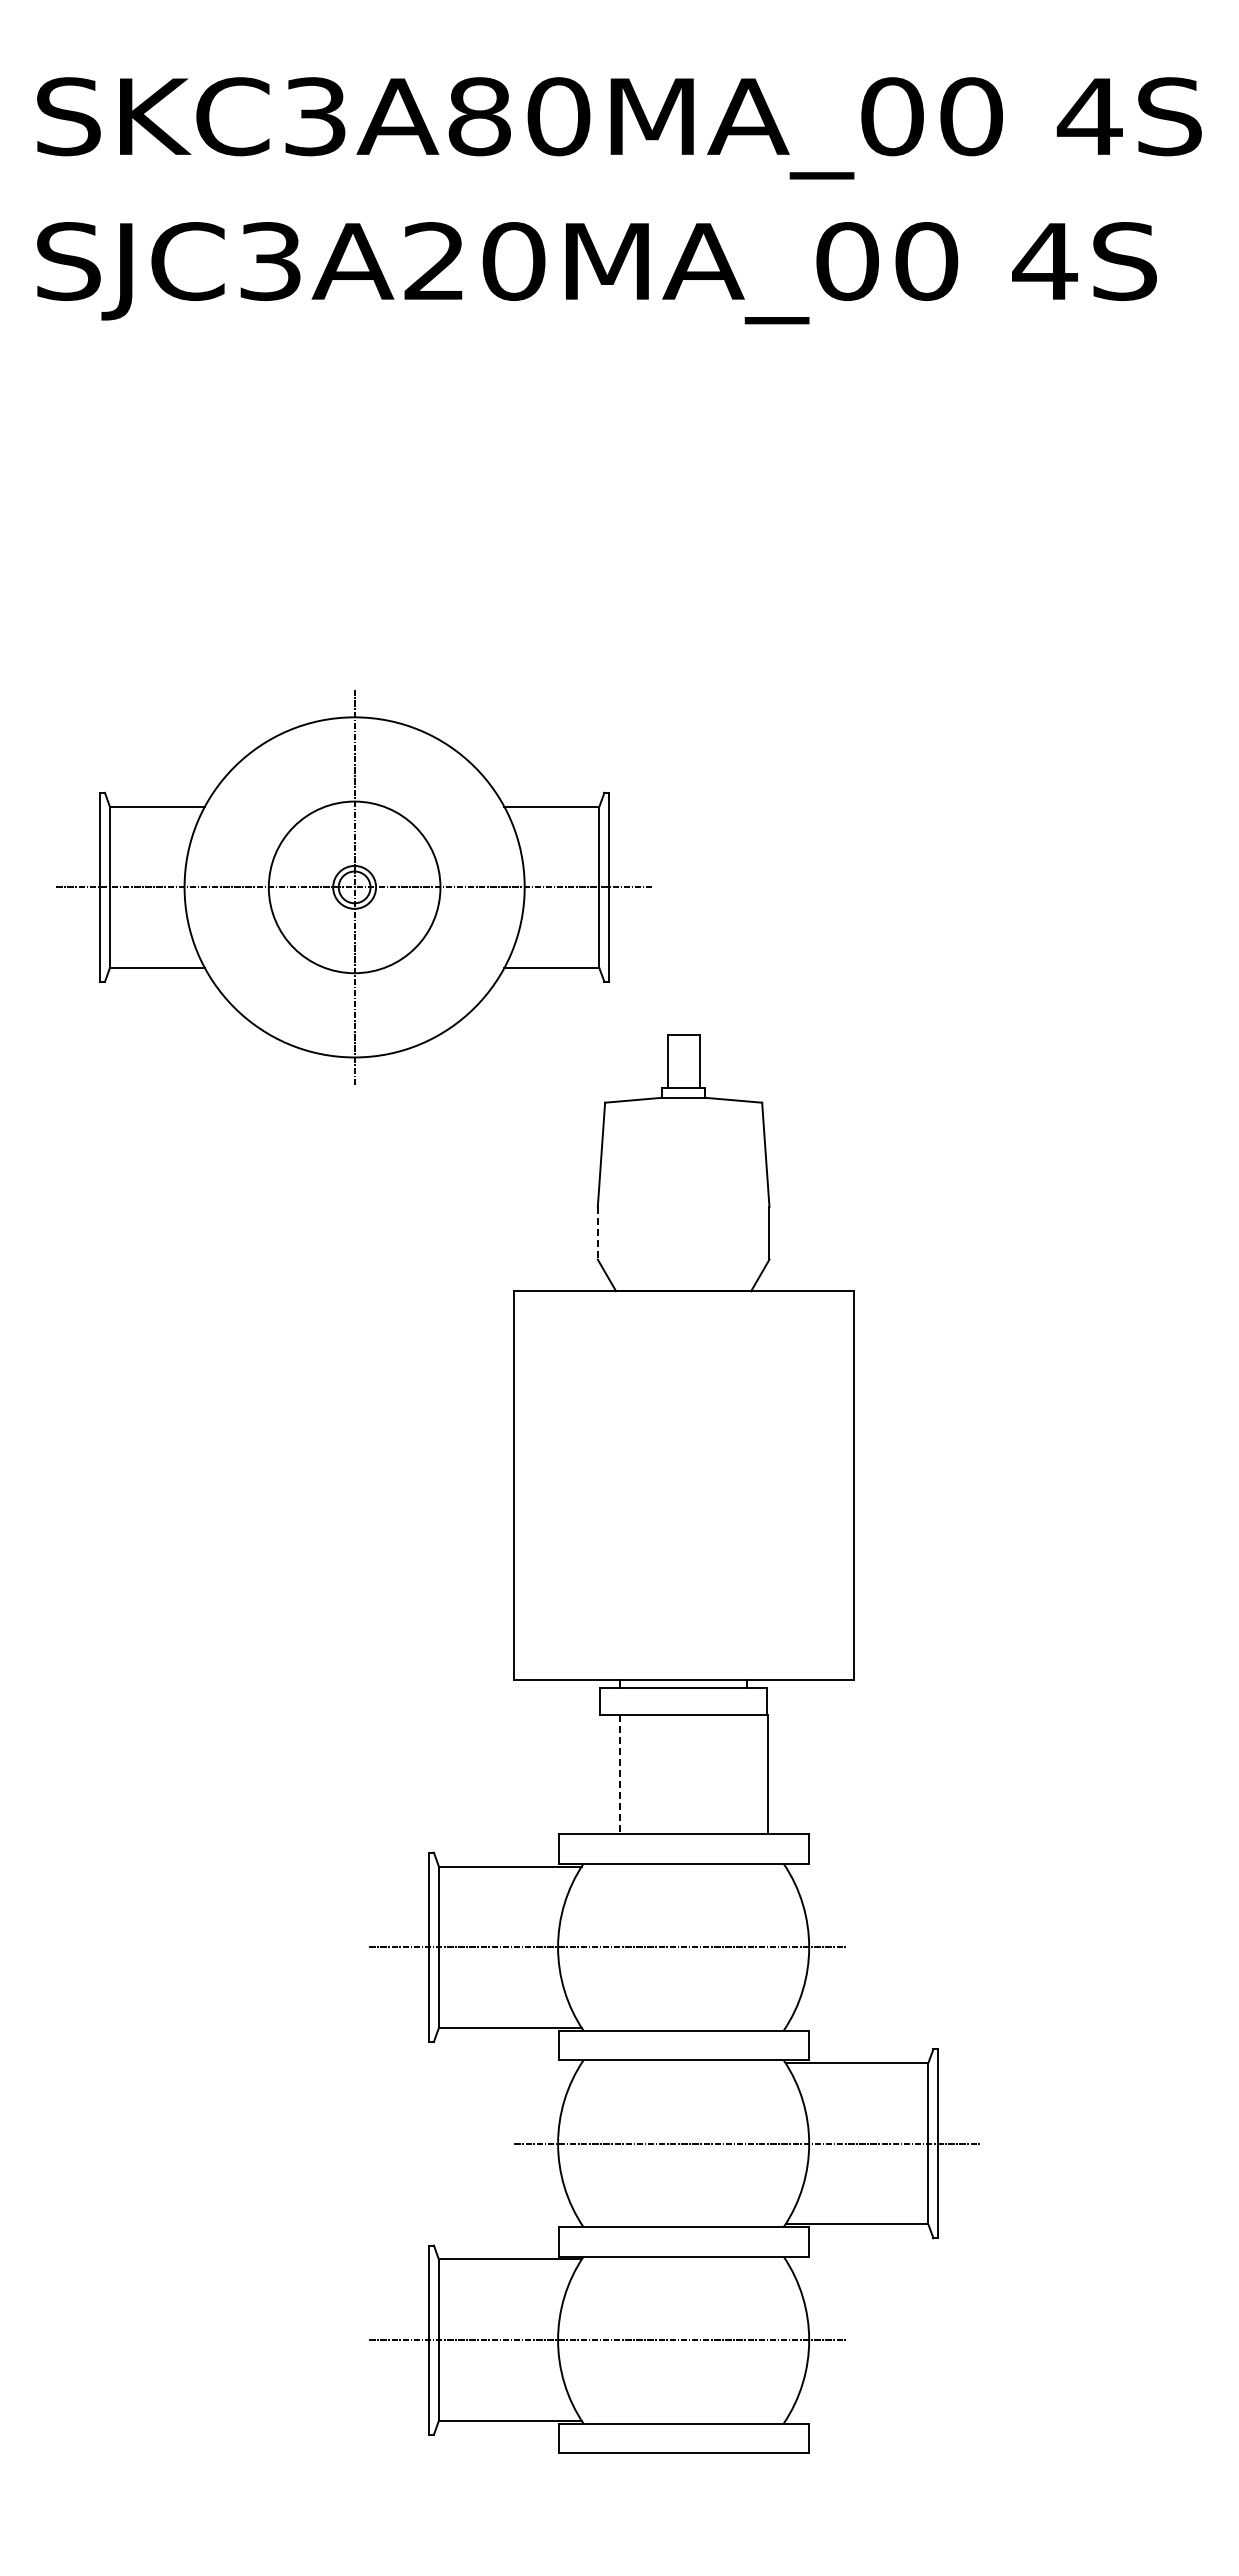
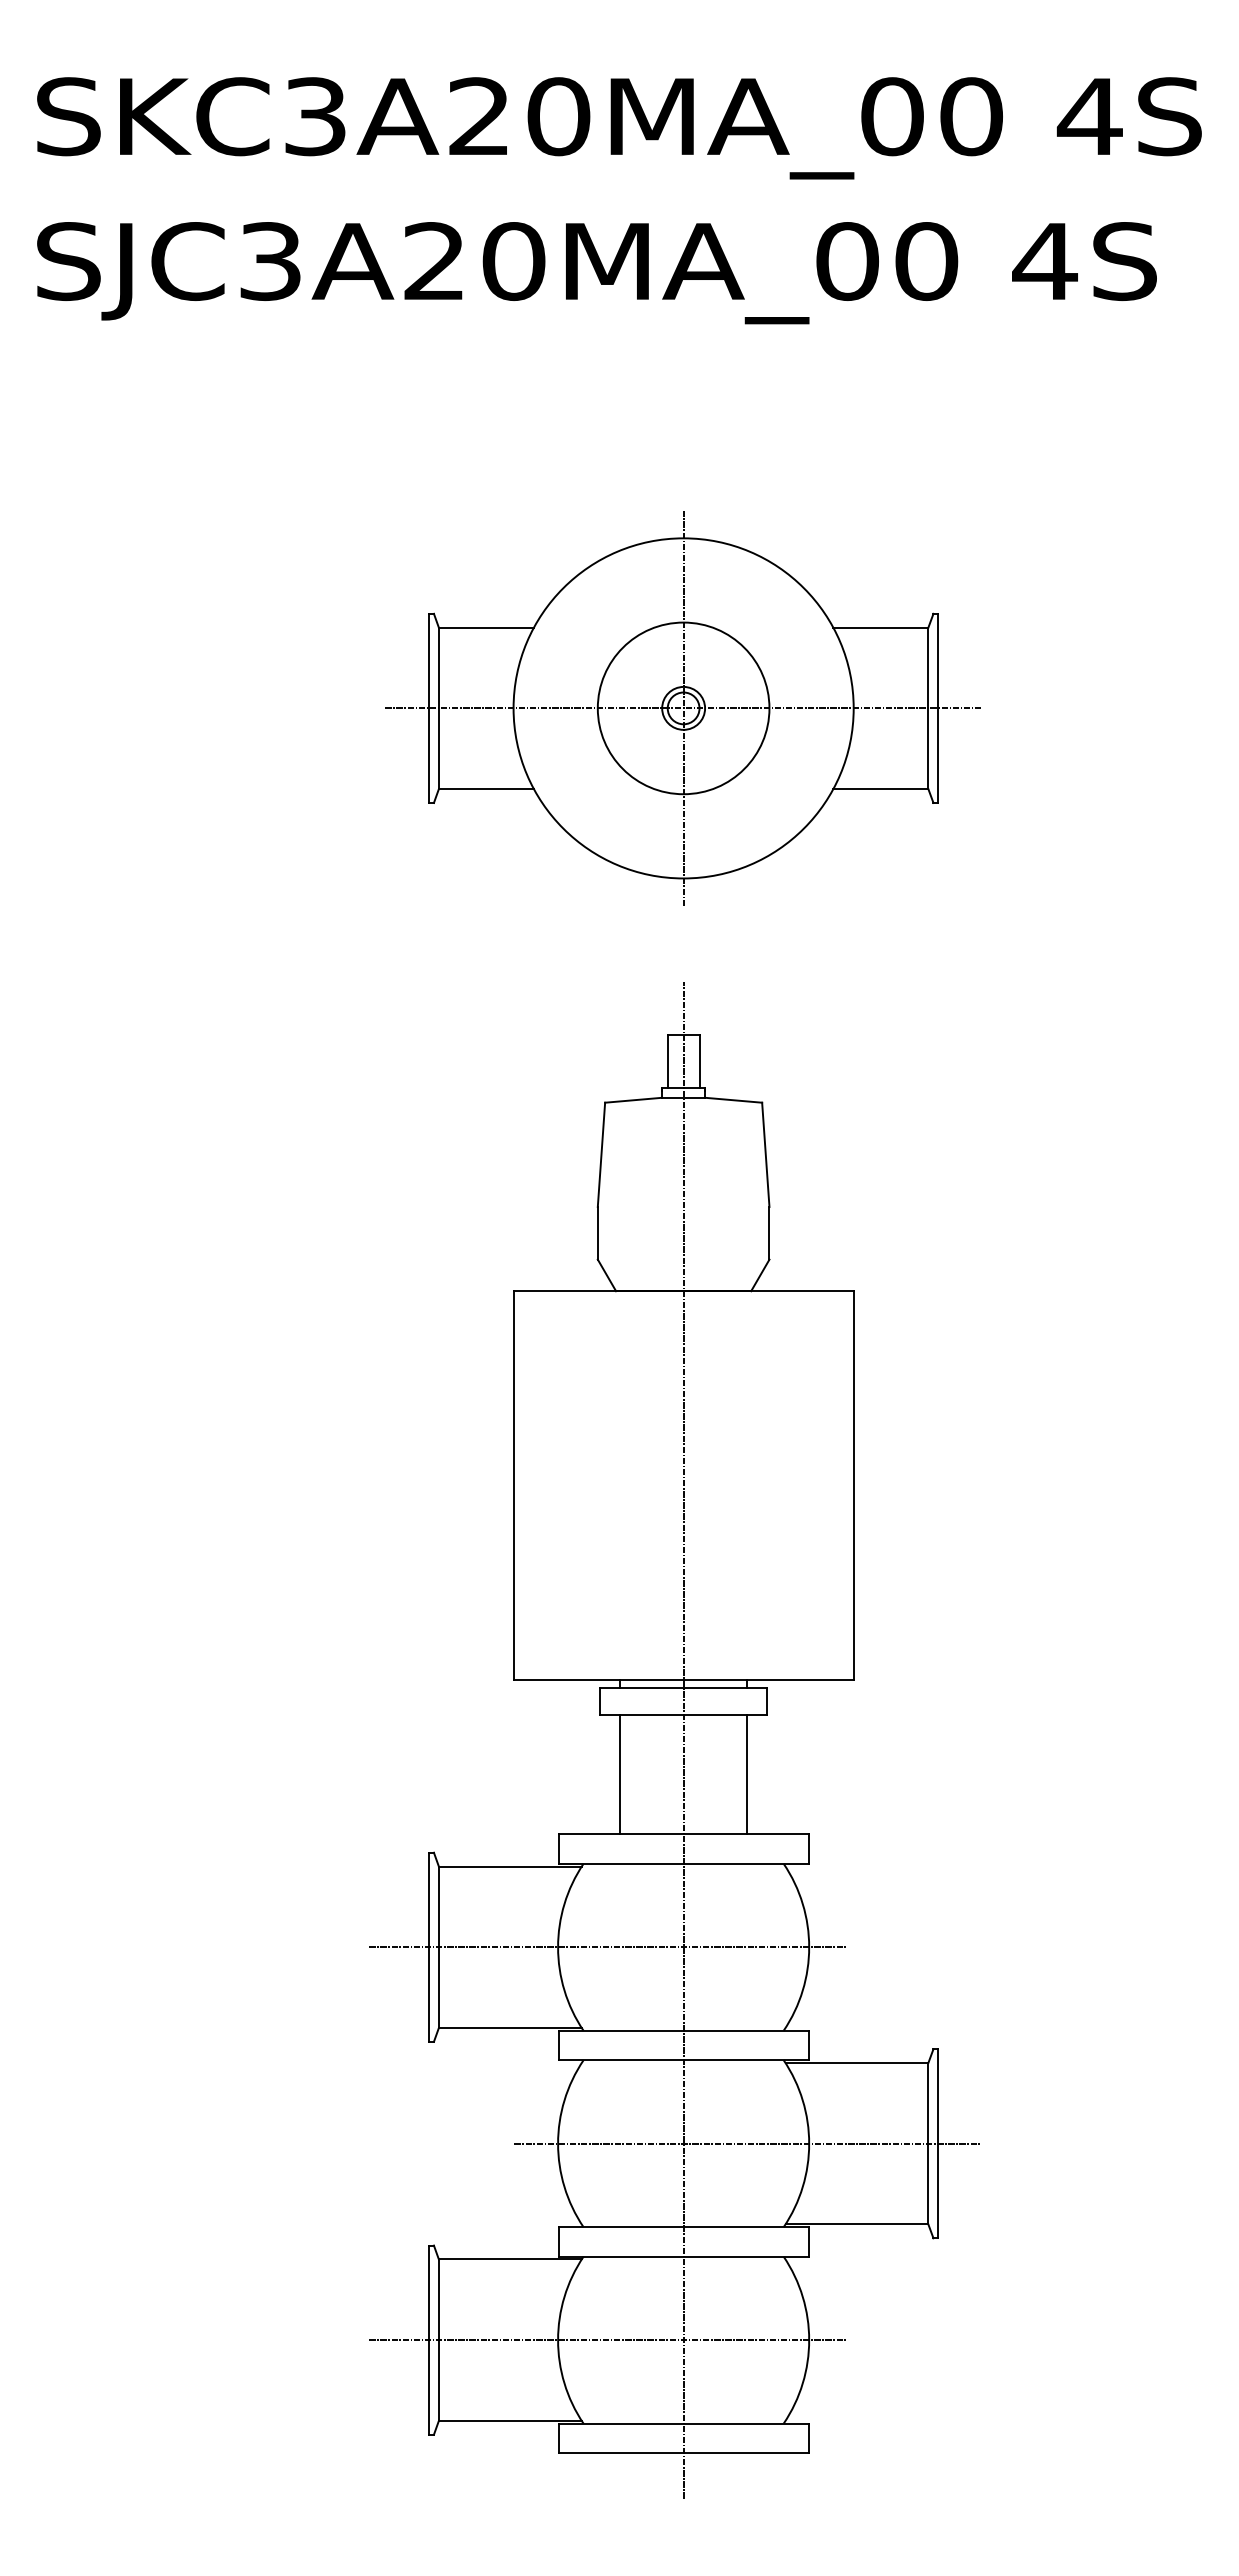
text at (479, 116): SKC3A80MA_00 -> SKC3A20MA_00
part at (353, 887) position: (353, 887) -> (682, 708)
line at (597, 1233): dashed -> solid
line at (683, 1739): none -> present
line at (620, 1774): dashed -> solid
line at (768, 1774) position: (768, 1774) -> (747, 1774)
